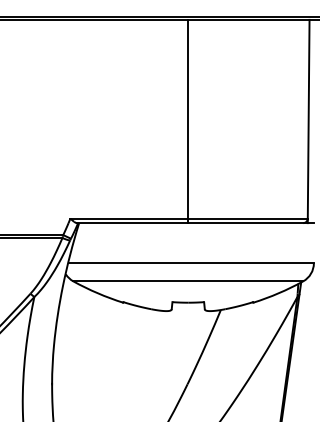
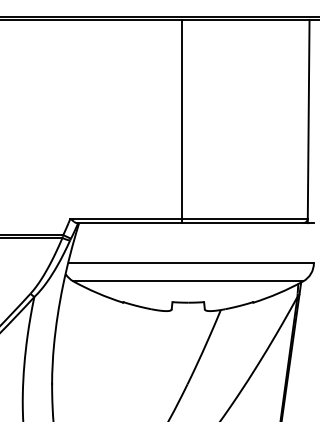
line at (187, 121) position: (187, 121) -> (181, 121)
